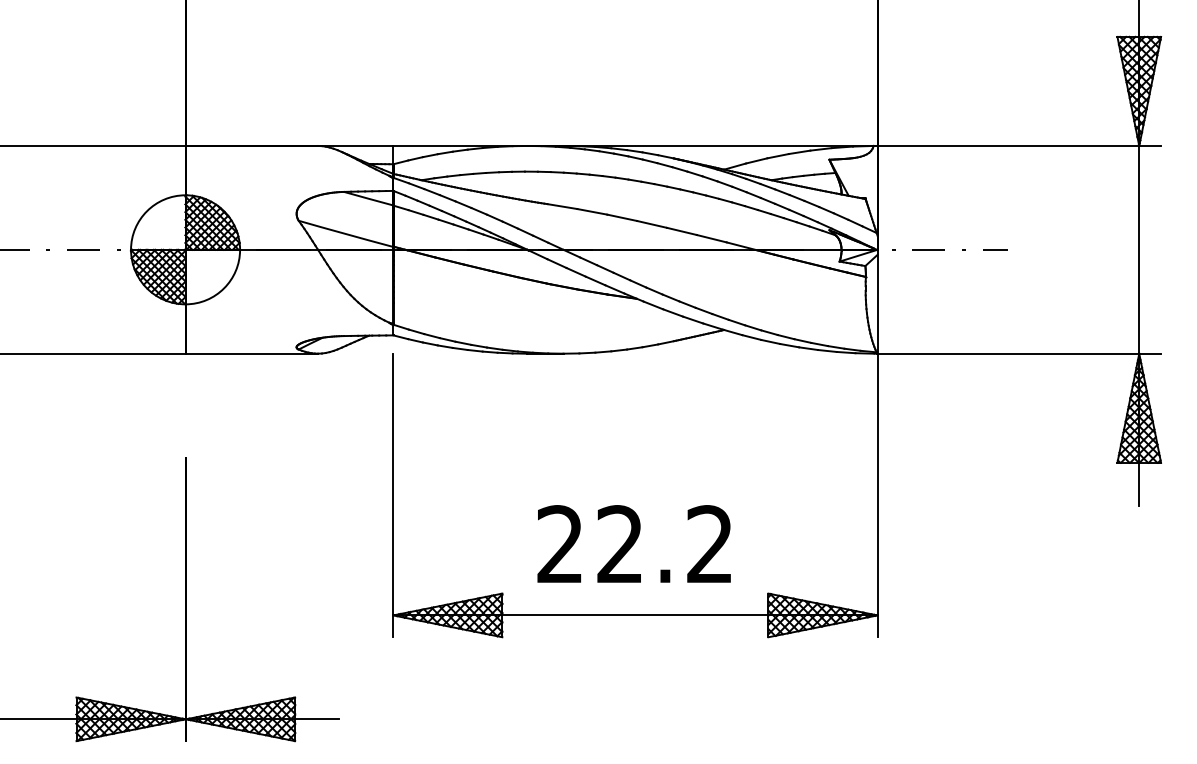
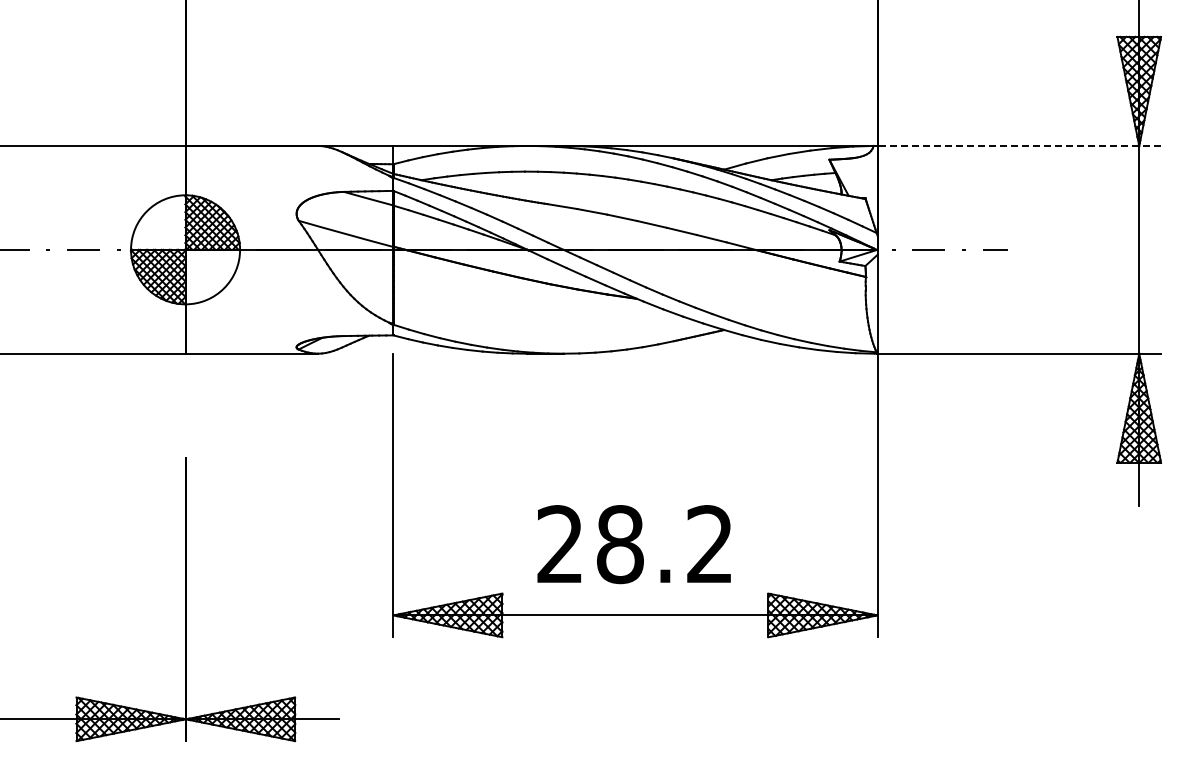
line at (1019, 145): solid -> dashed
text at (620, 544): 22.2 -> 28.2
